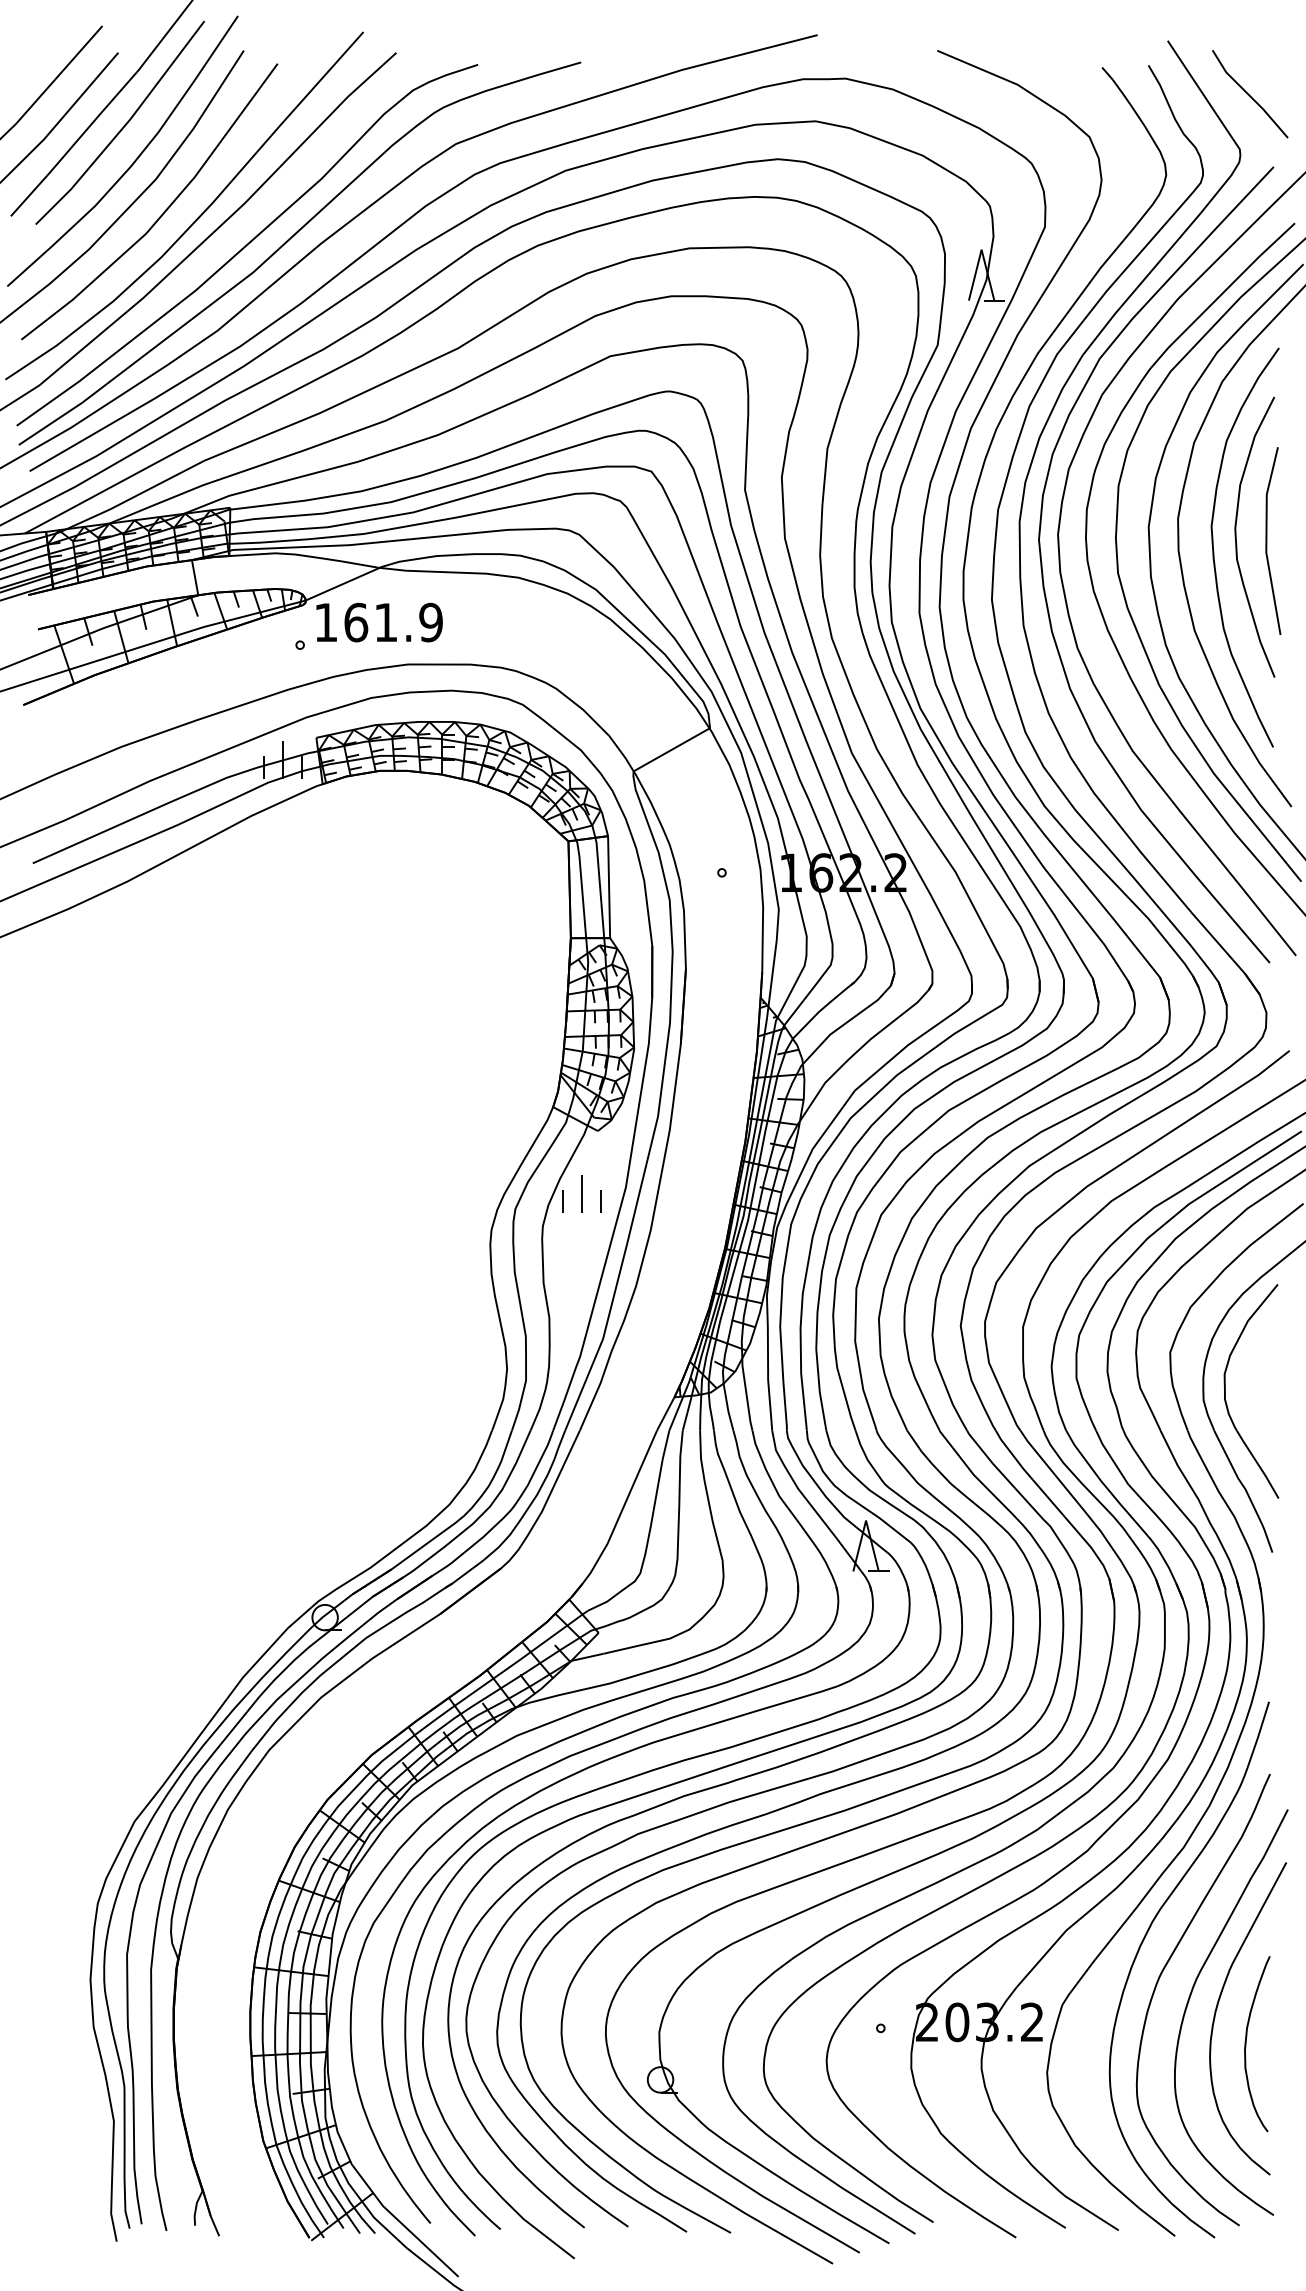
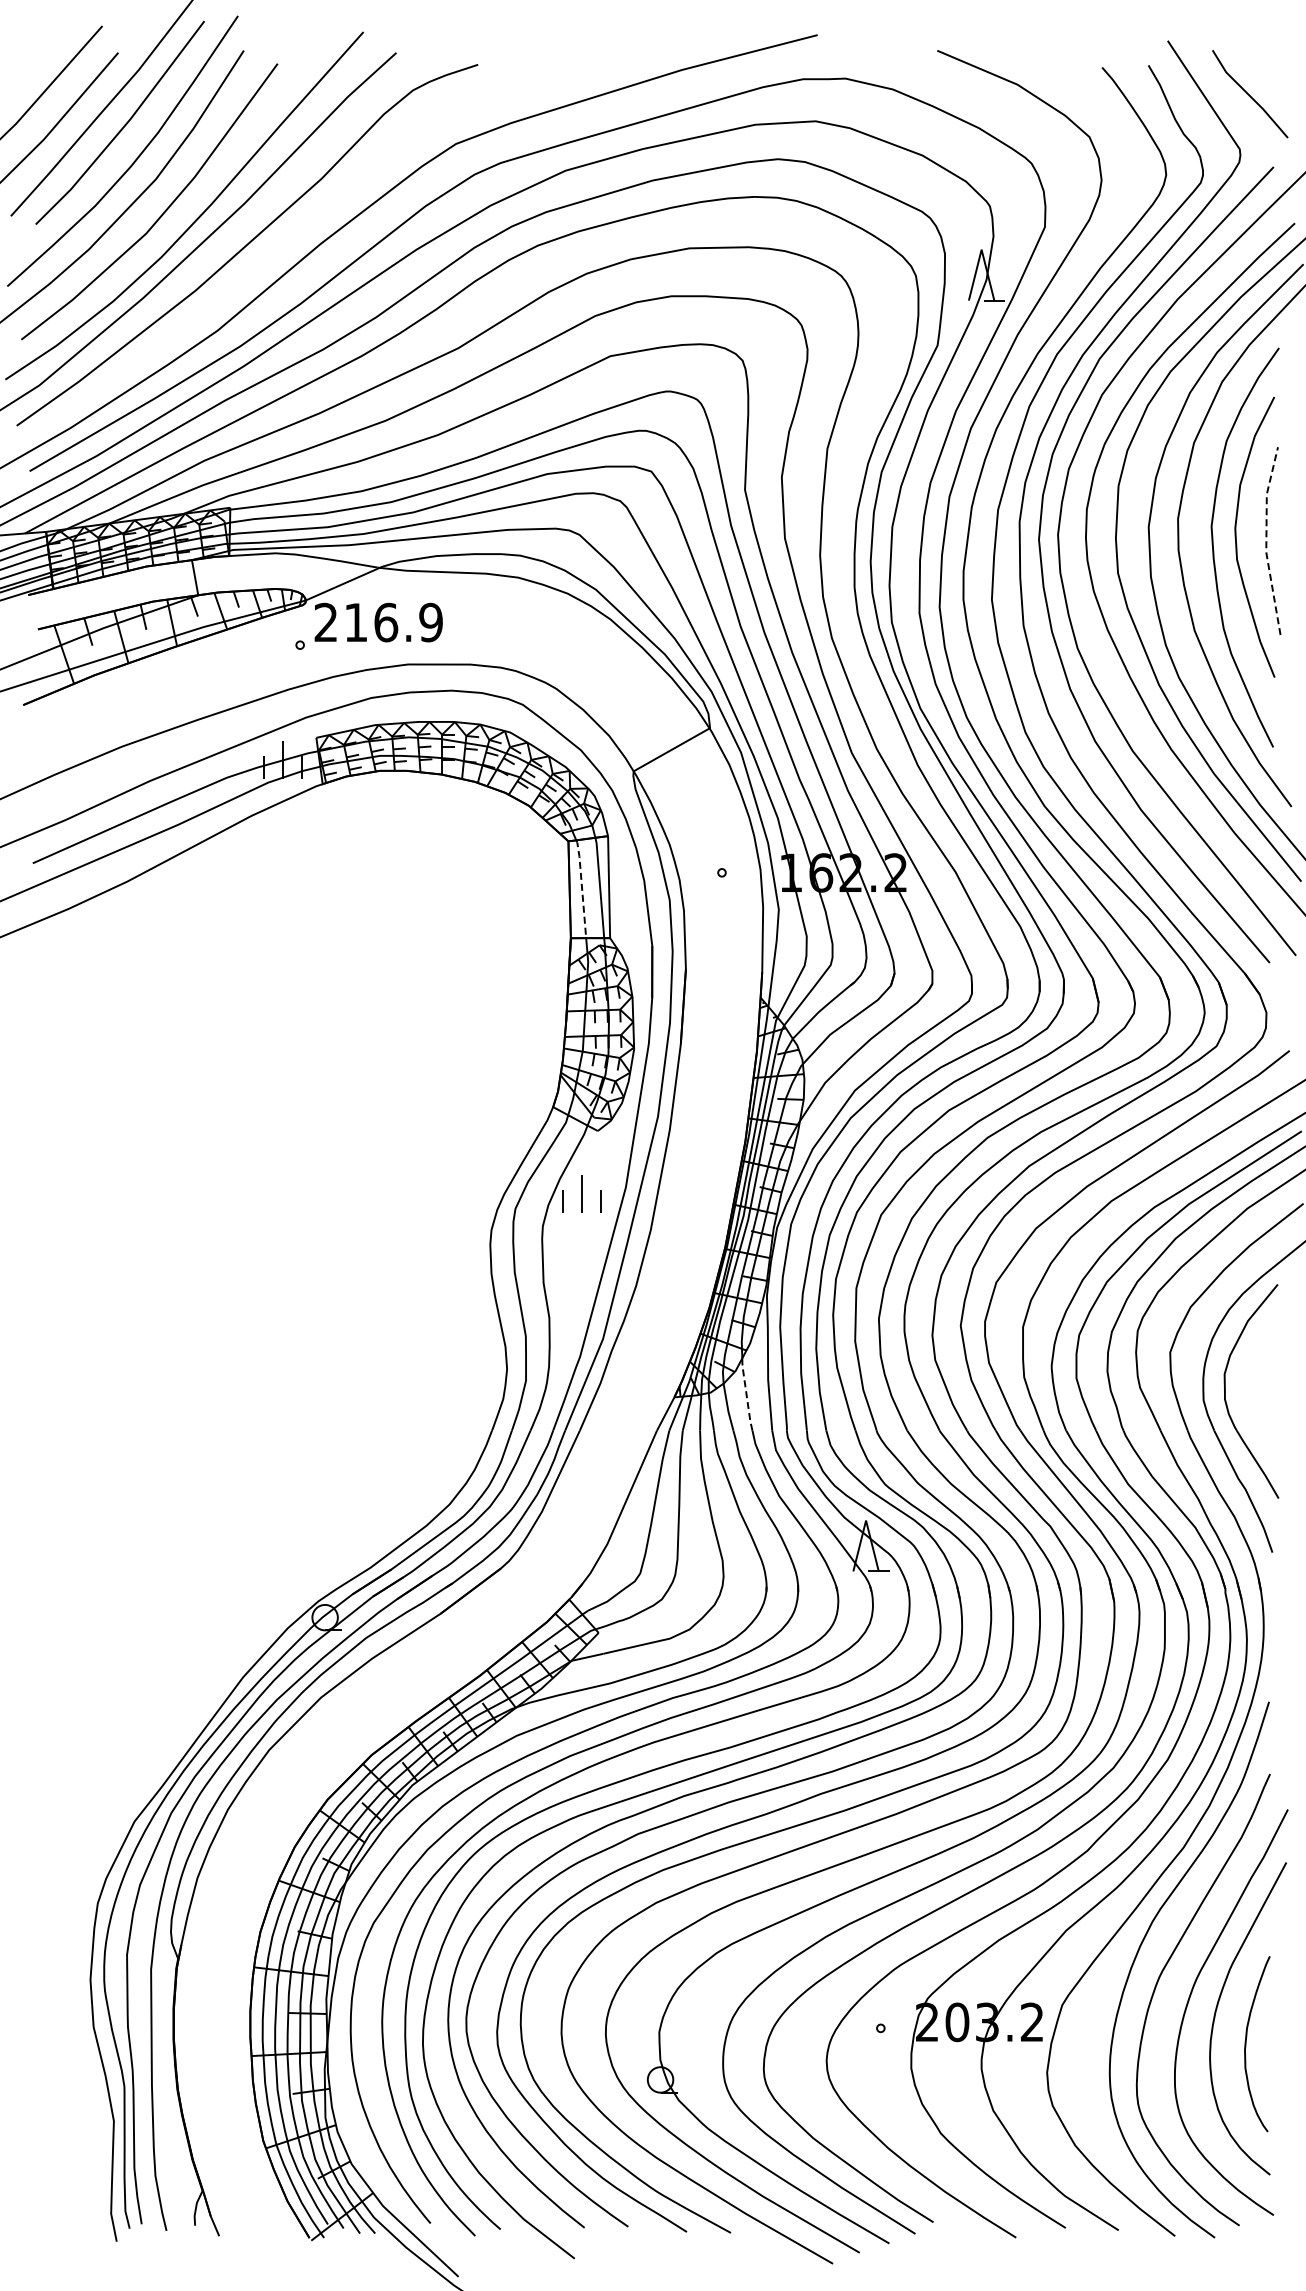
curve at (288, 241): present -> none
line at (1266, 540): solid -> dashed
text at (356, 622): 161.9 -> 216.9
line at (582, 887): solid -> dashed
line at (746, 1394): solid -> dashed
